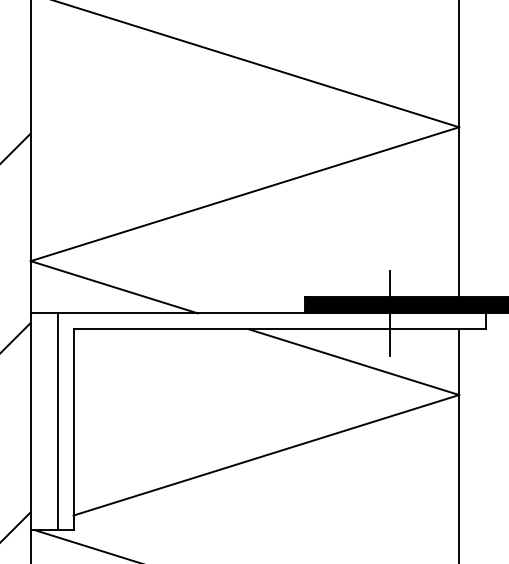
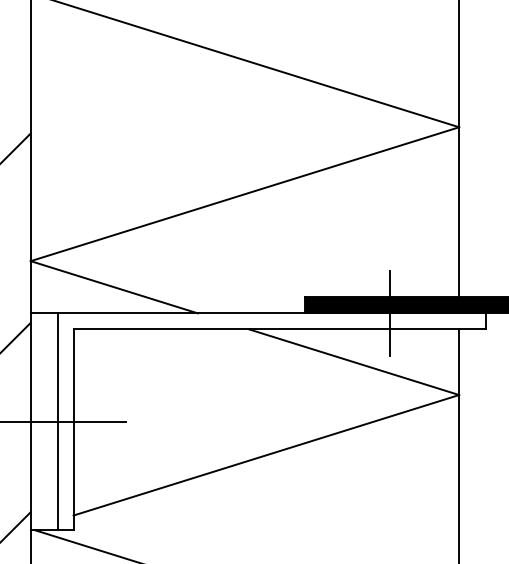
line at (64, 421): none -> present
